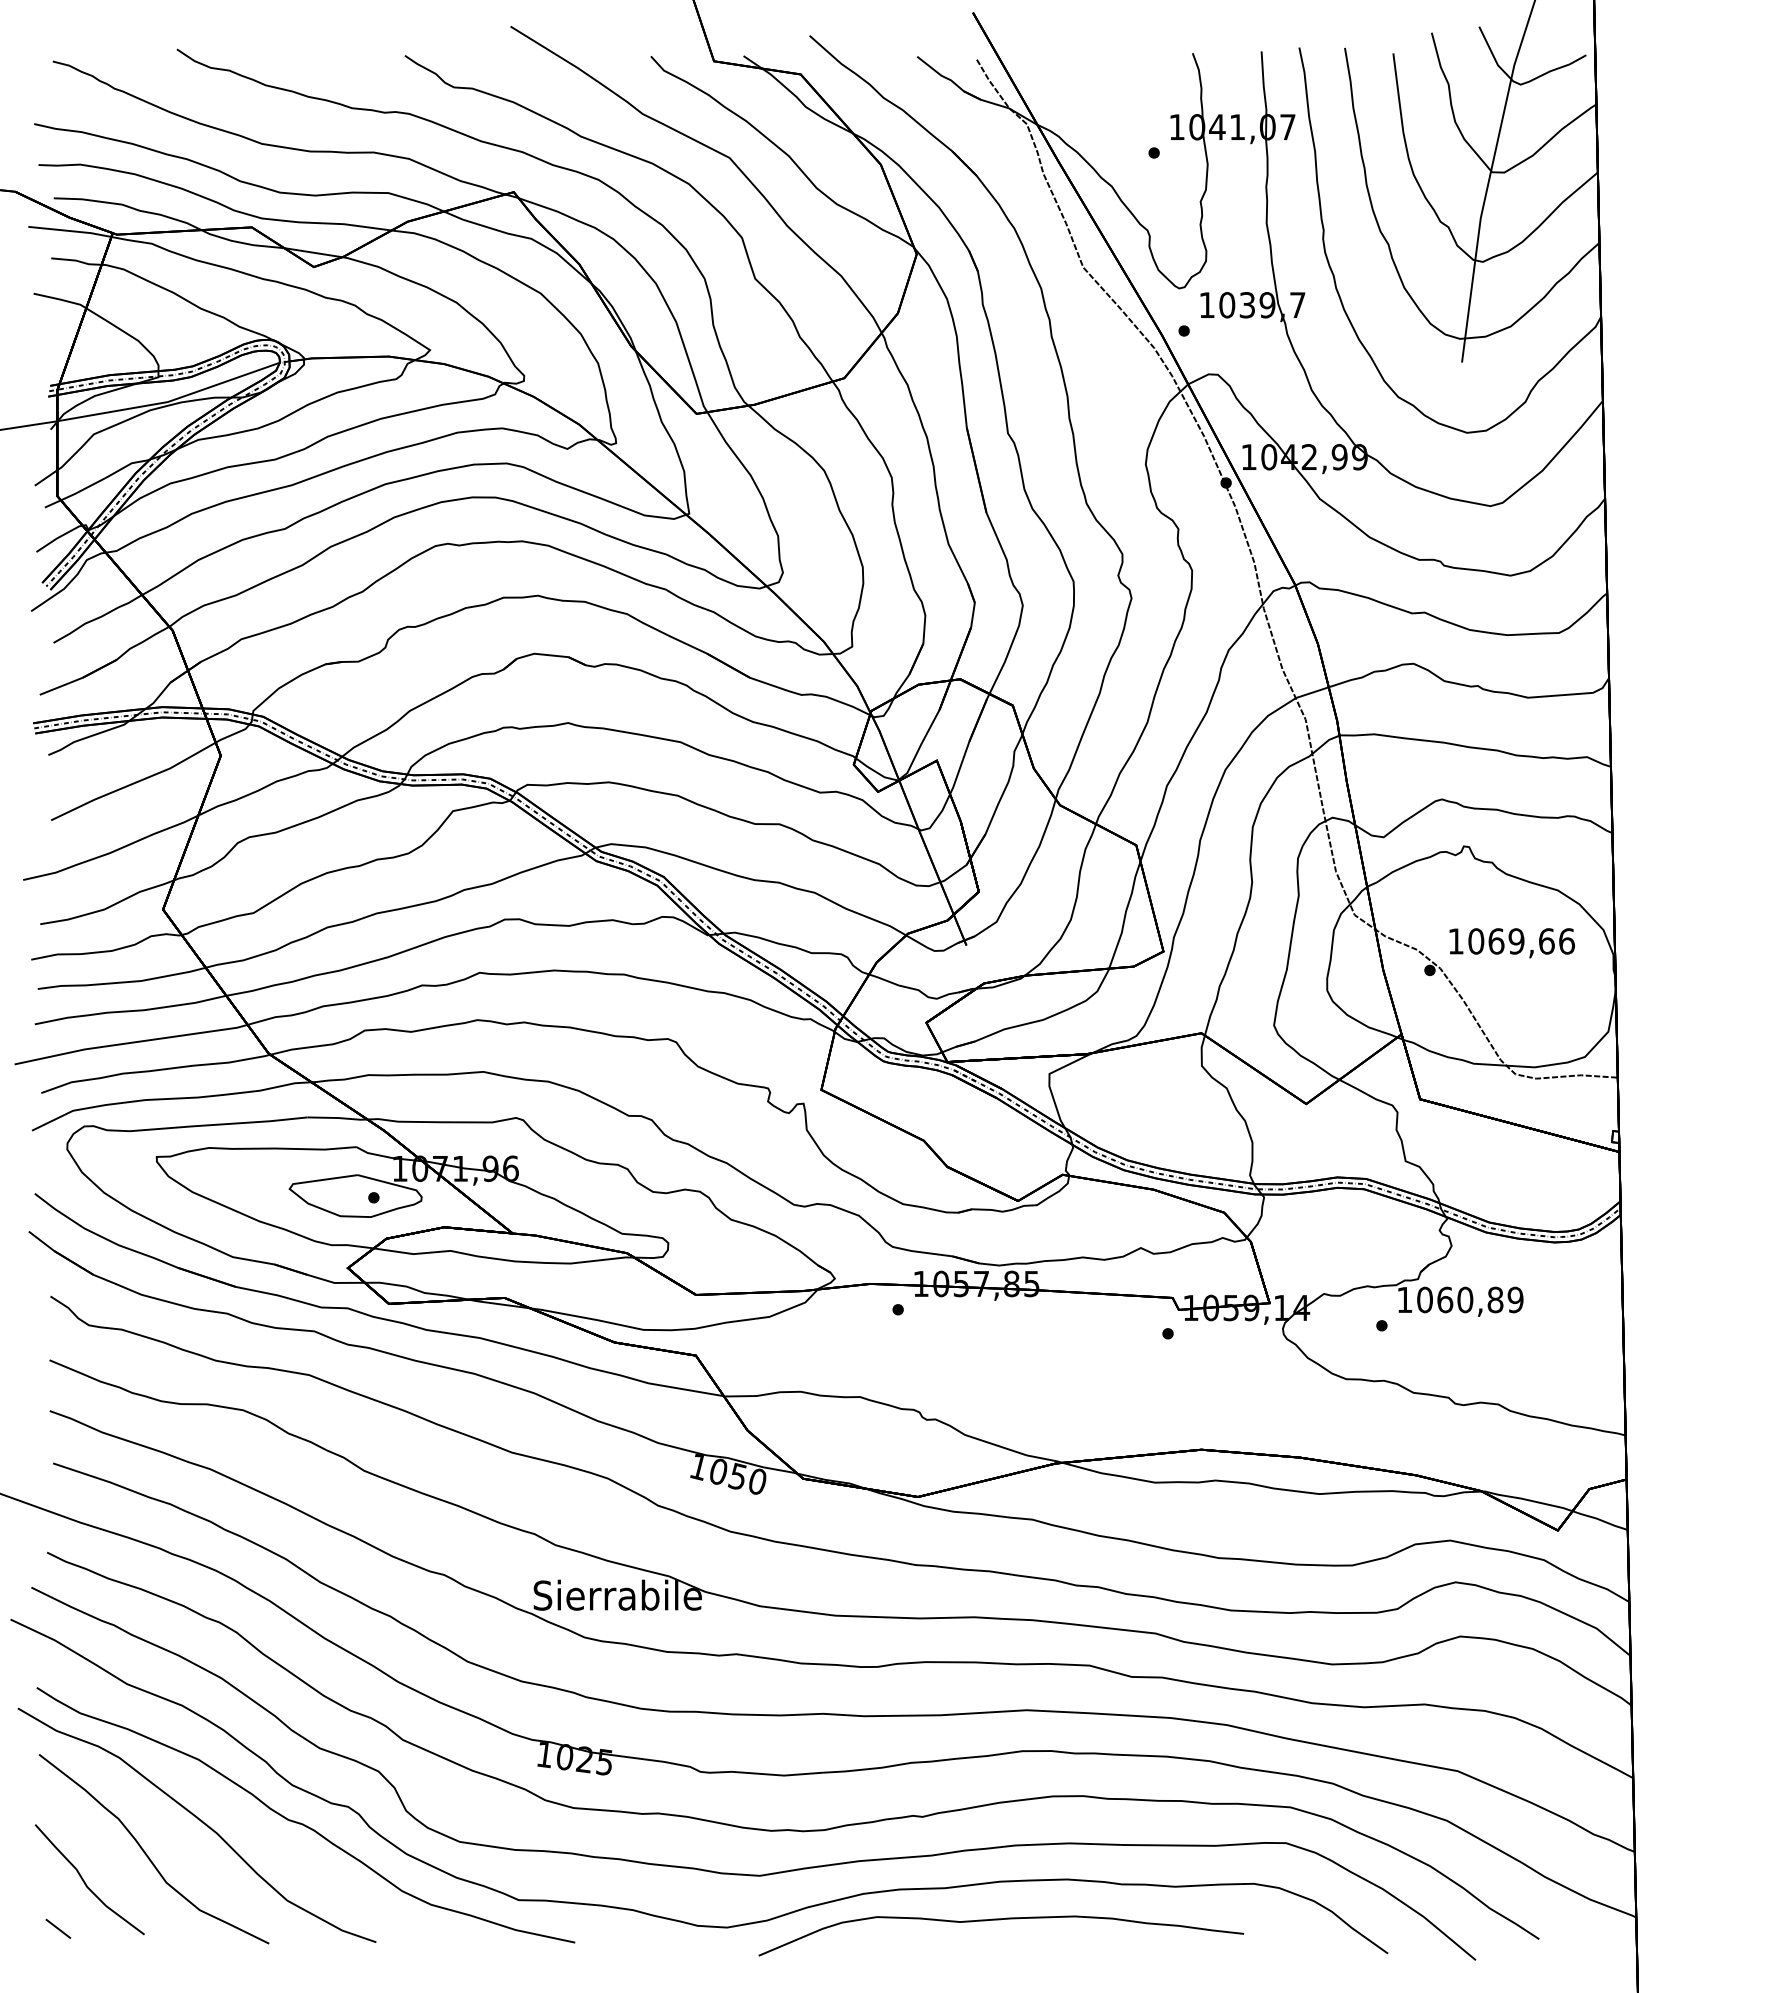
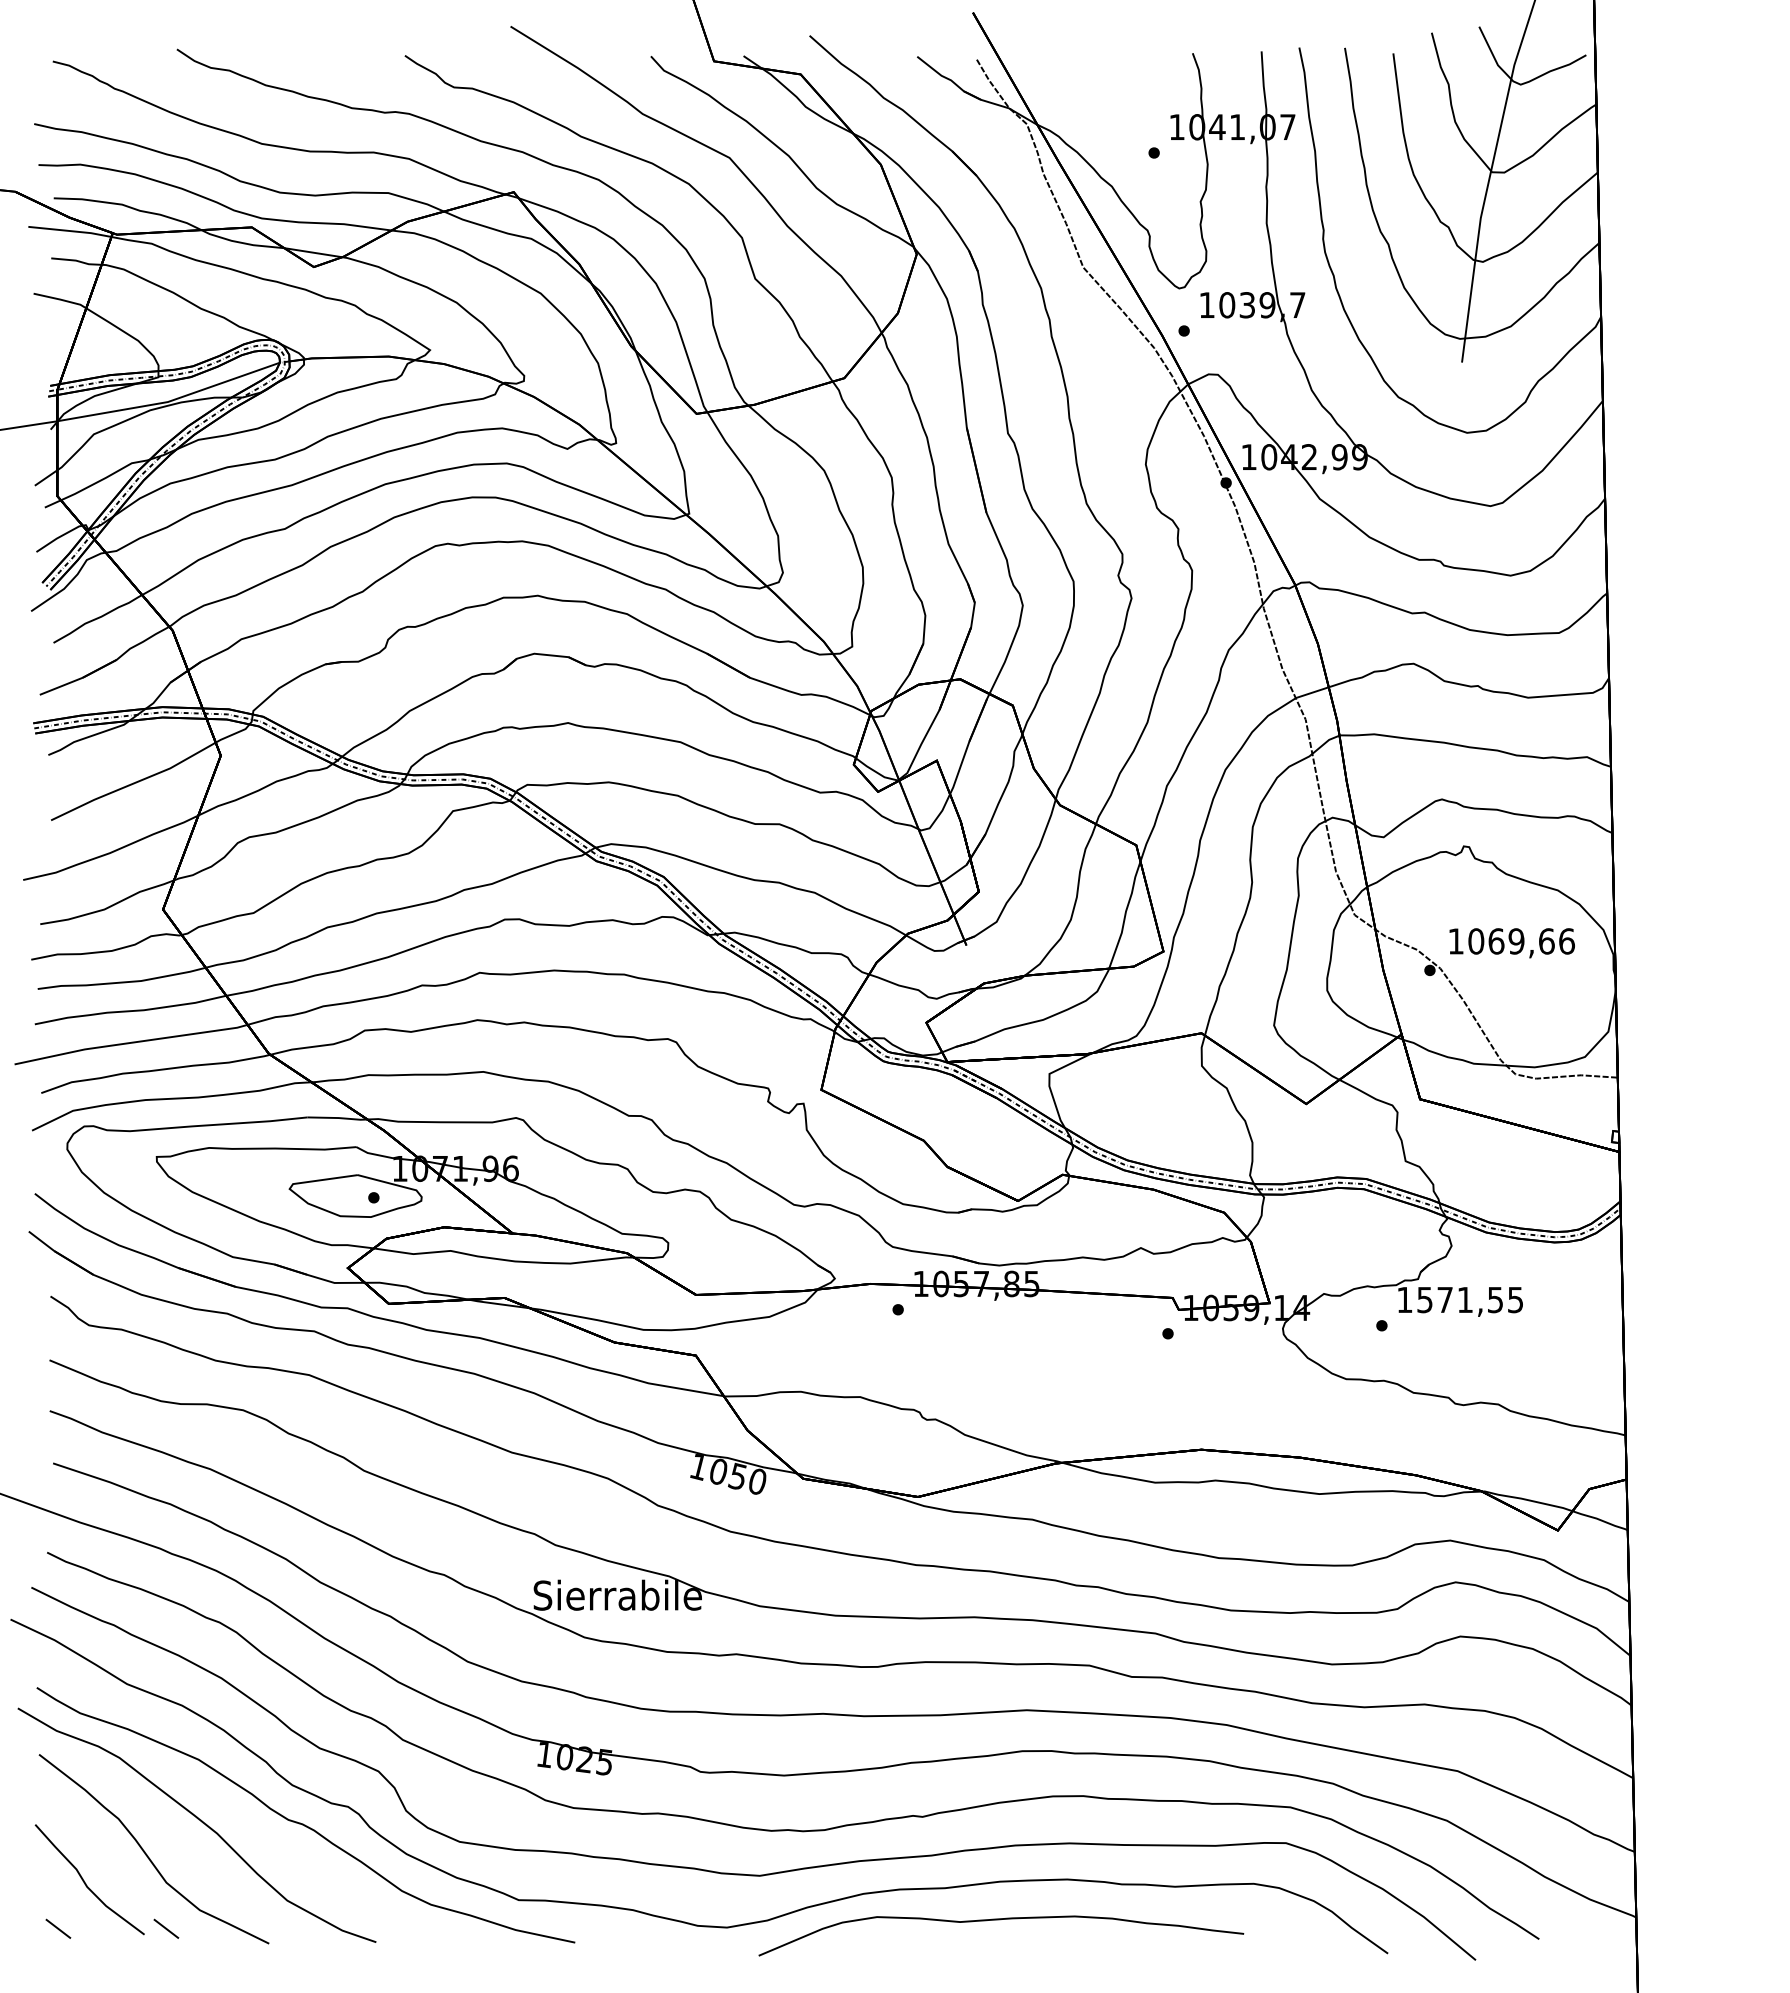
text at (1470, 1299): 1060,89 -> 1571,55
line at (166, 1928): none -> present
